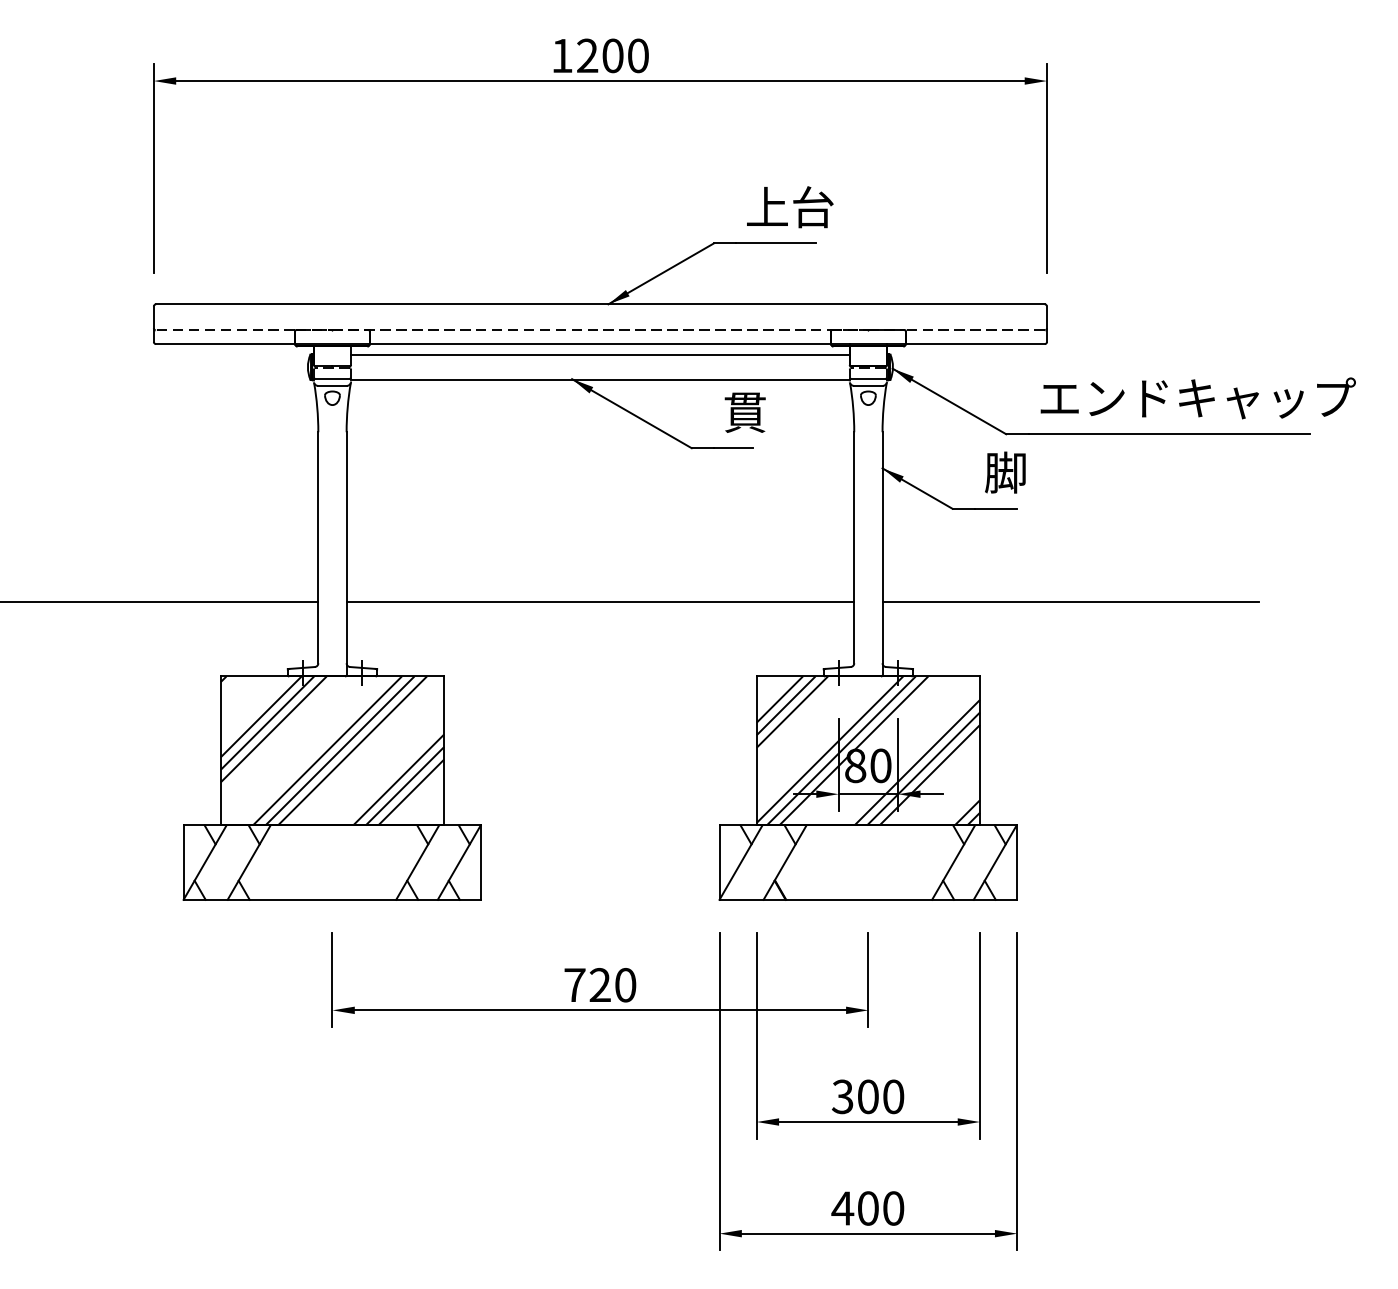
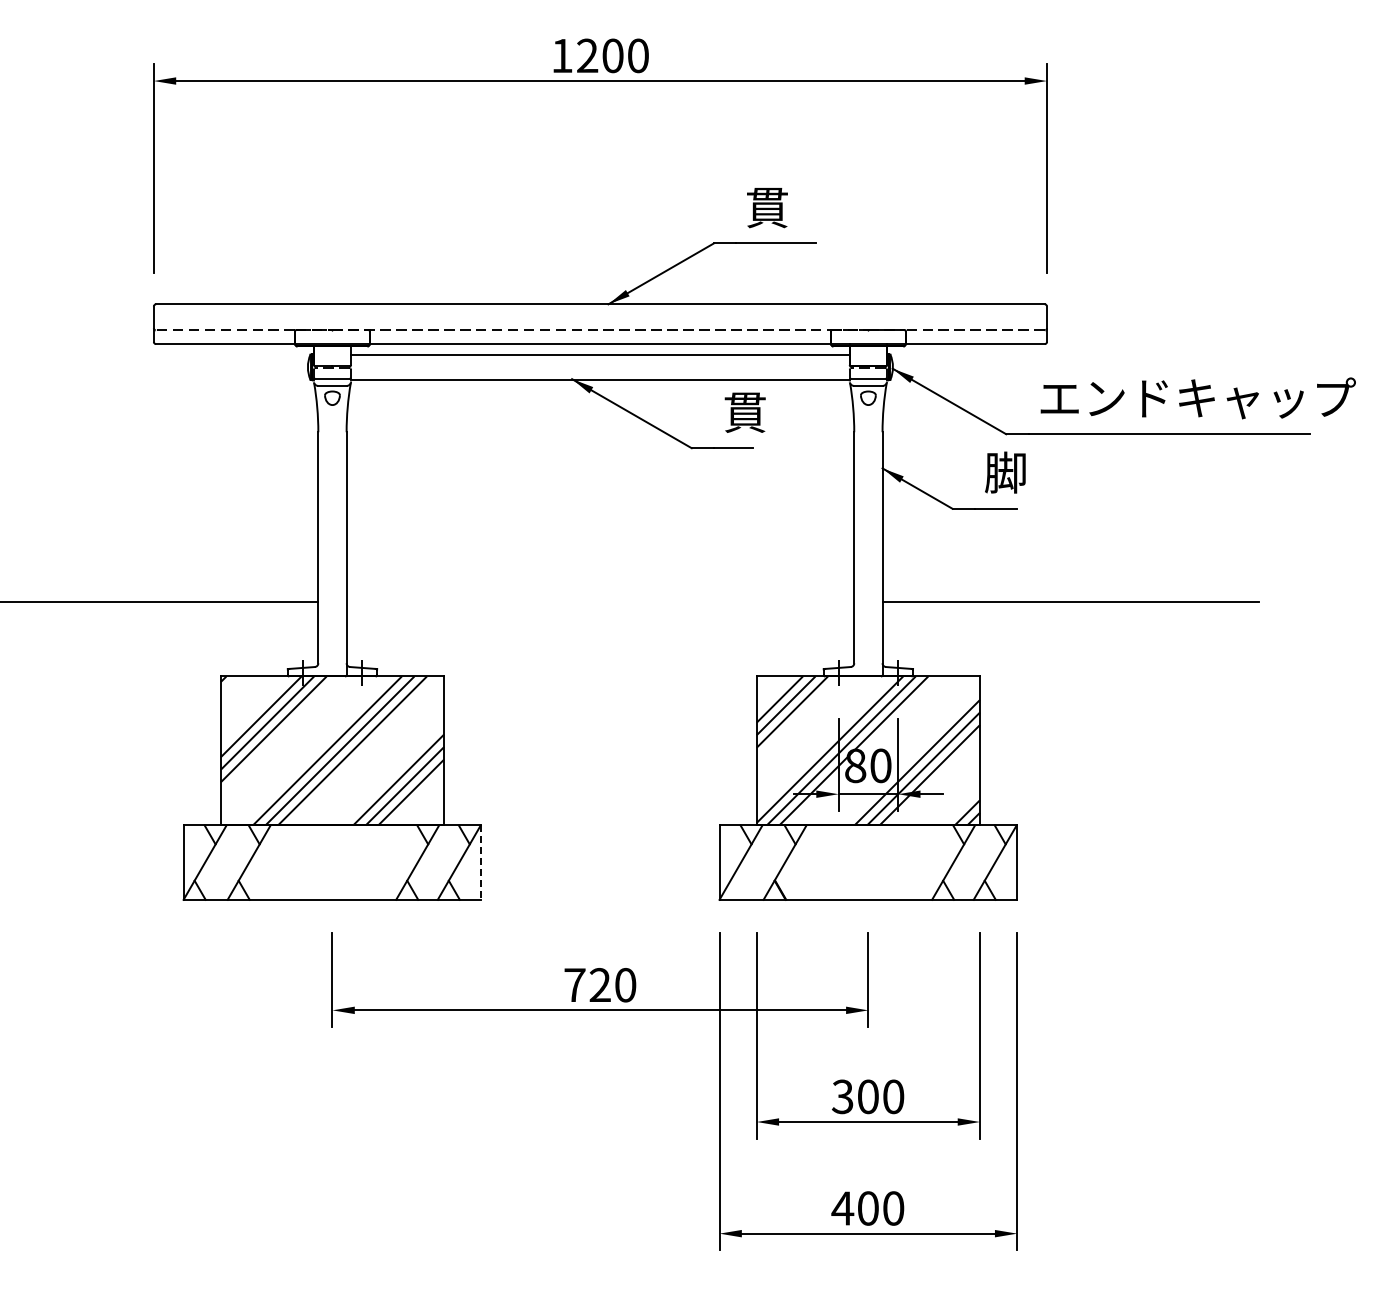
text at (790, 207): 上台 -> 貫
line at (600, 602): present -> none
line at (481, 863): solid -> dashed
